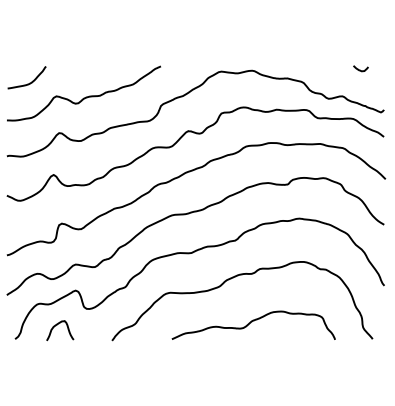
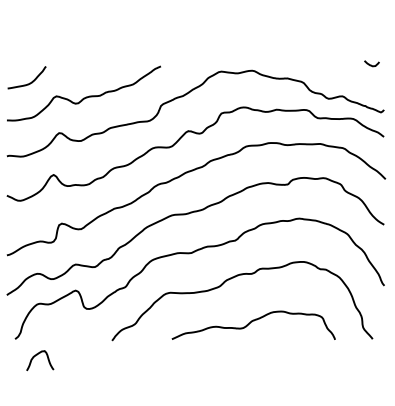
curve at (360, 69) position: (360, 69) -> (371, 64)
curve at (57, 325) position: (57, 325) -> (37, 355)
